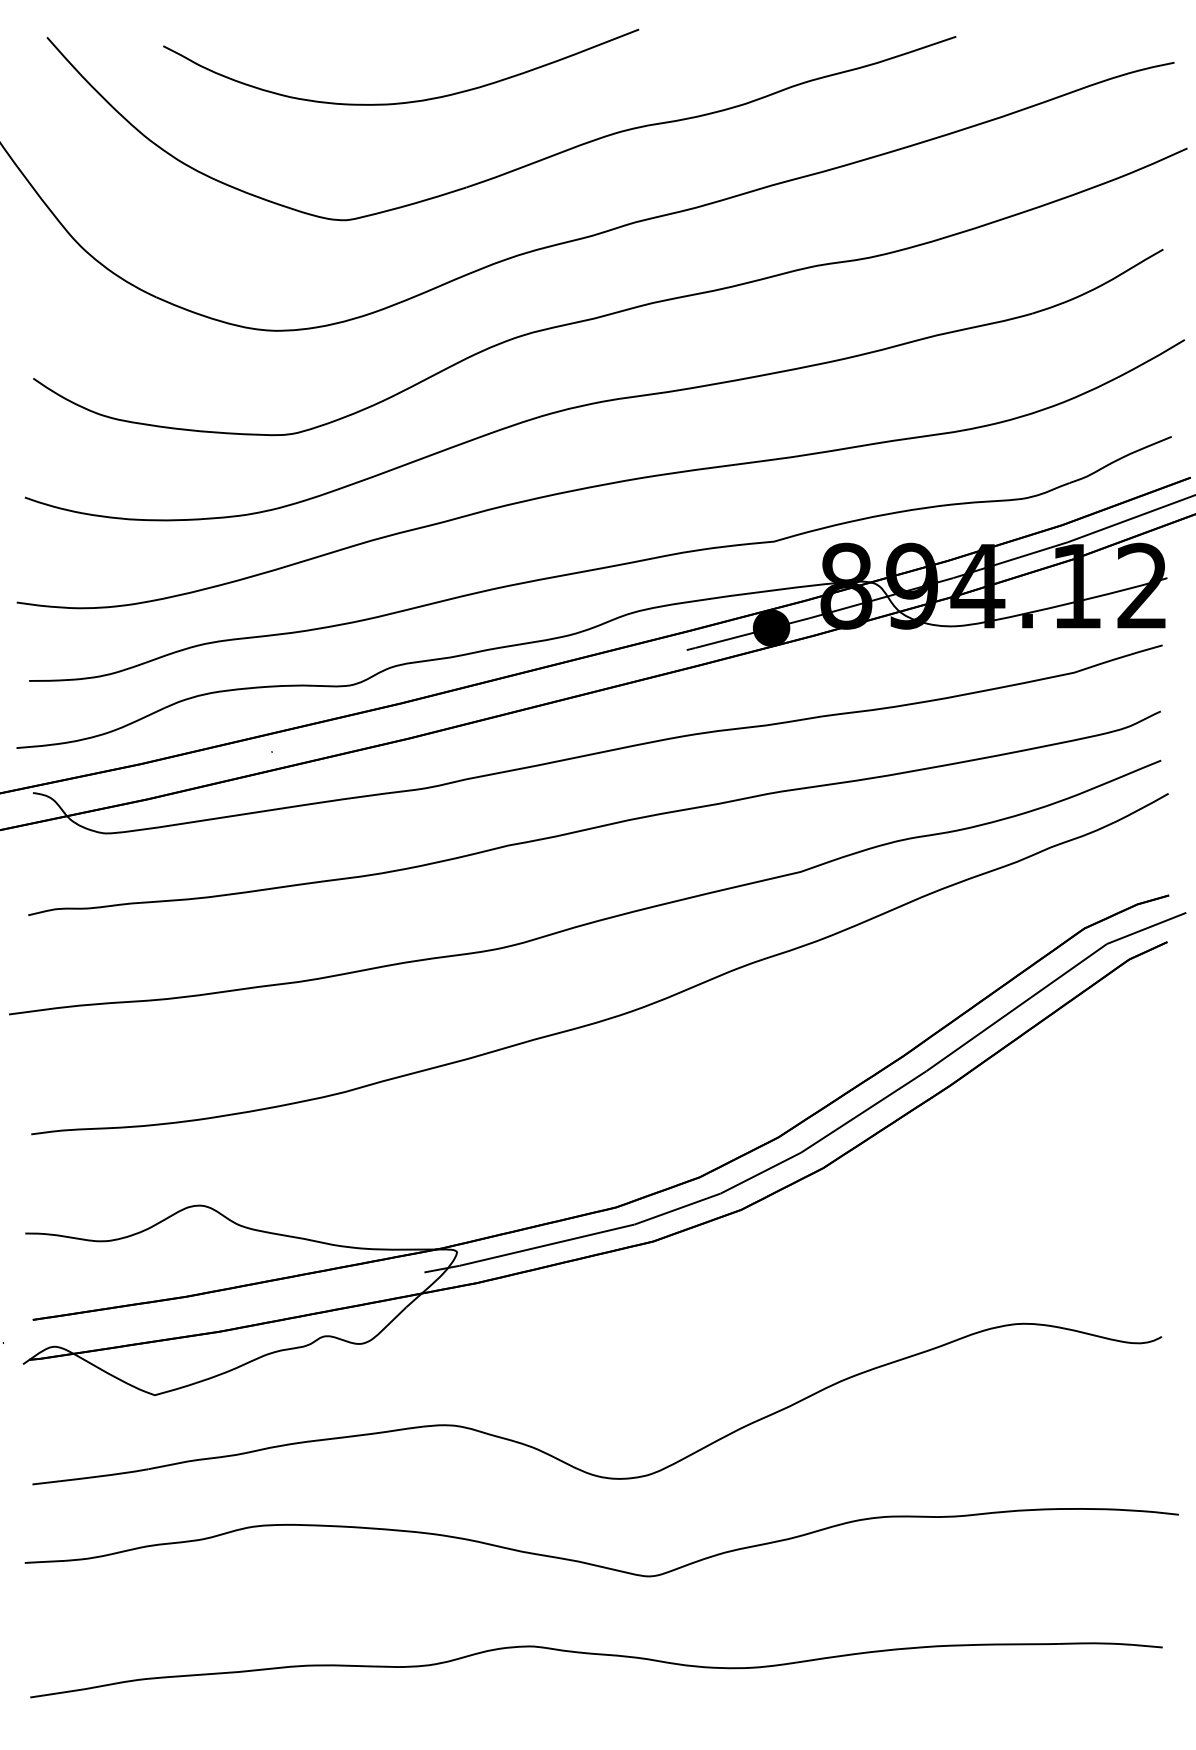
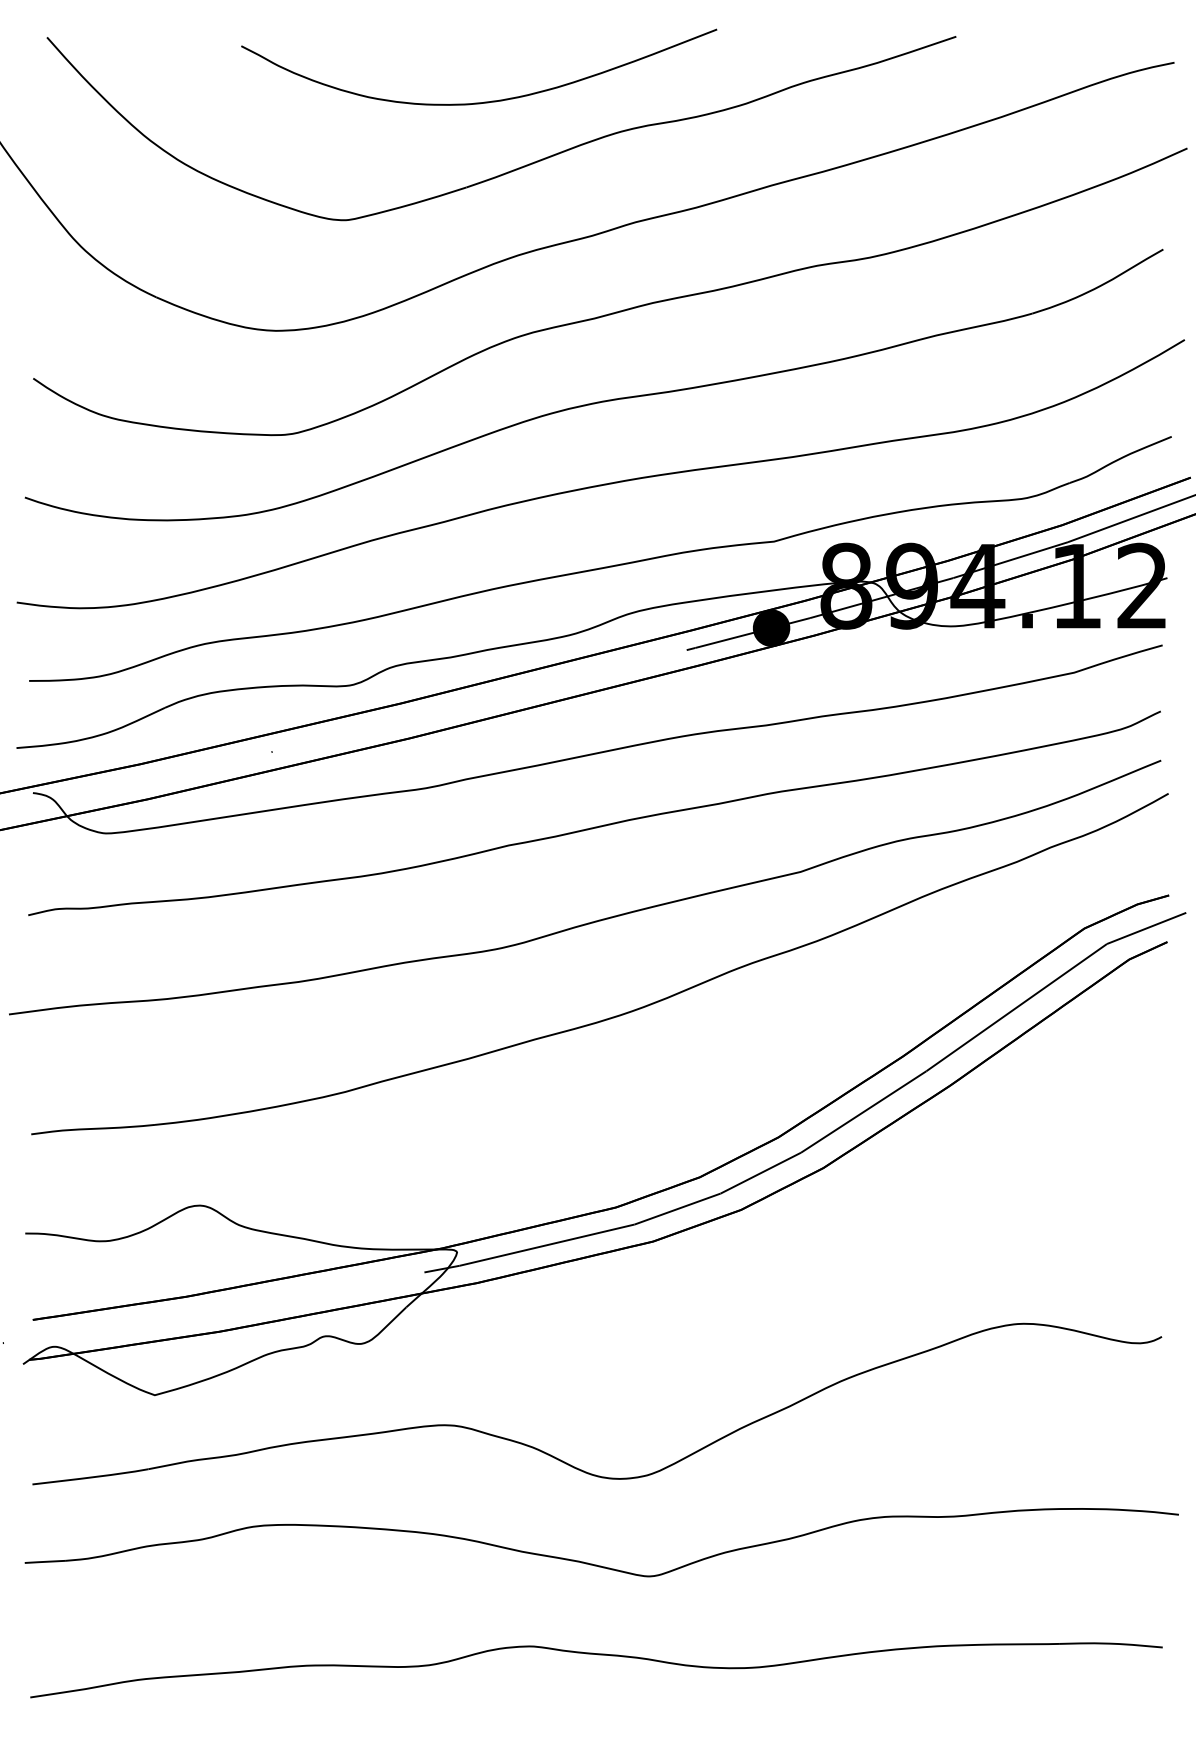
curve at (406, 101) position: (406, 101) -> (484, 101)
